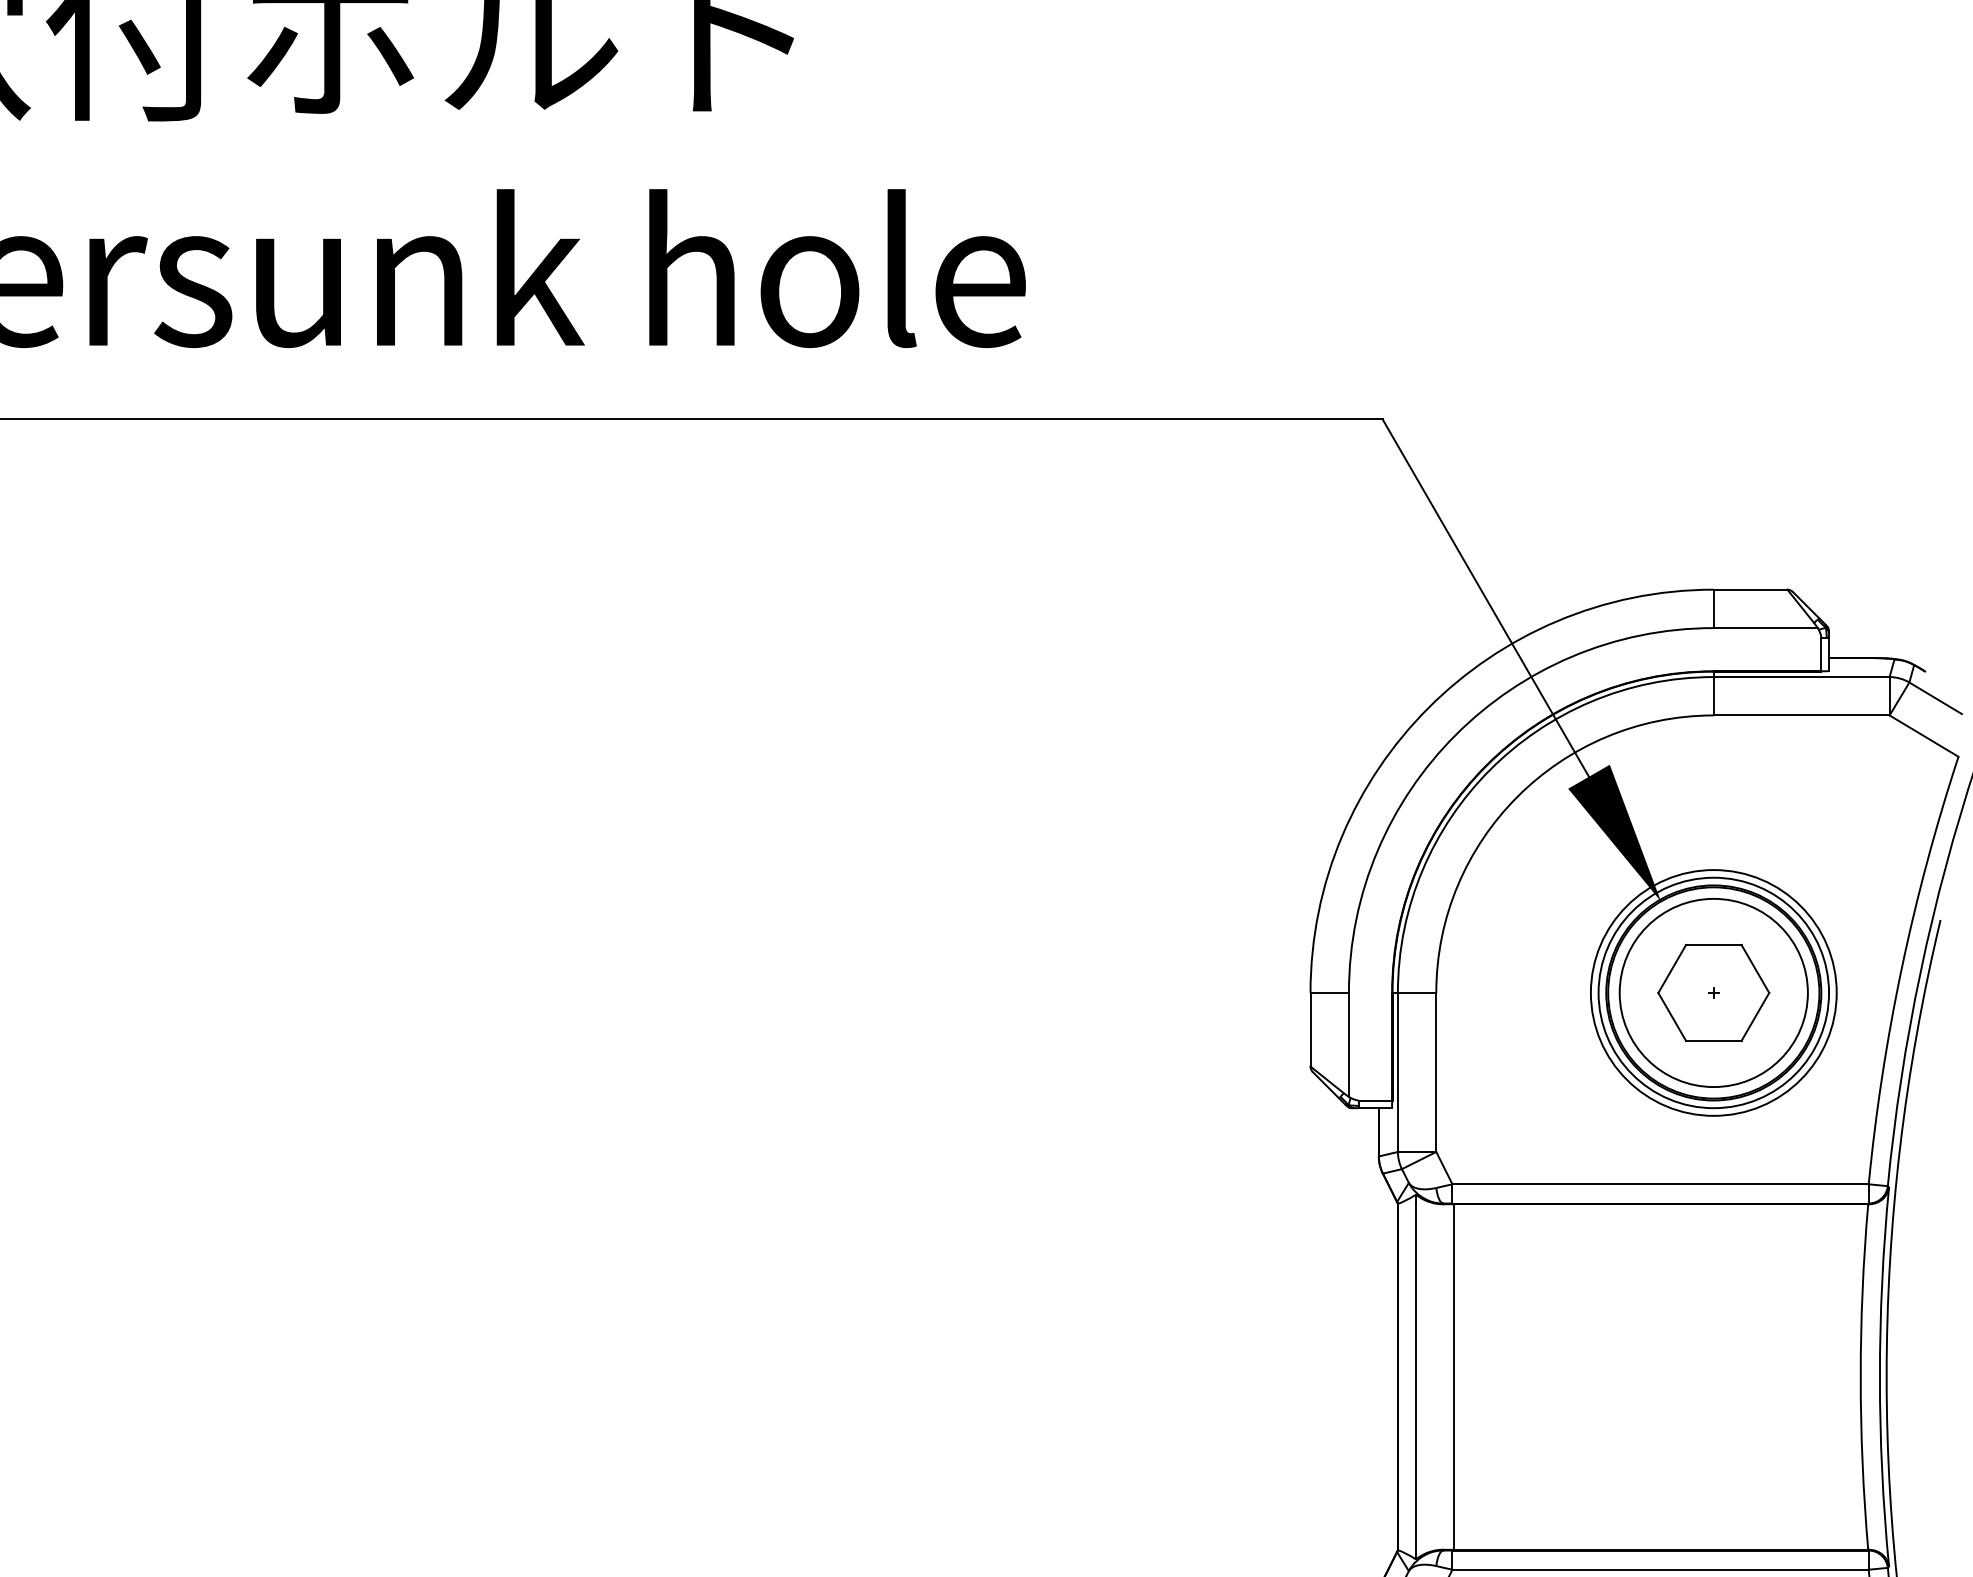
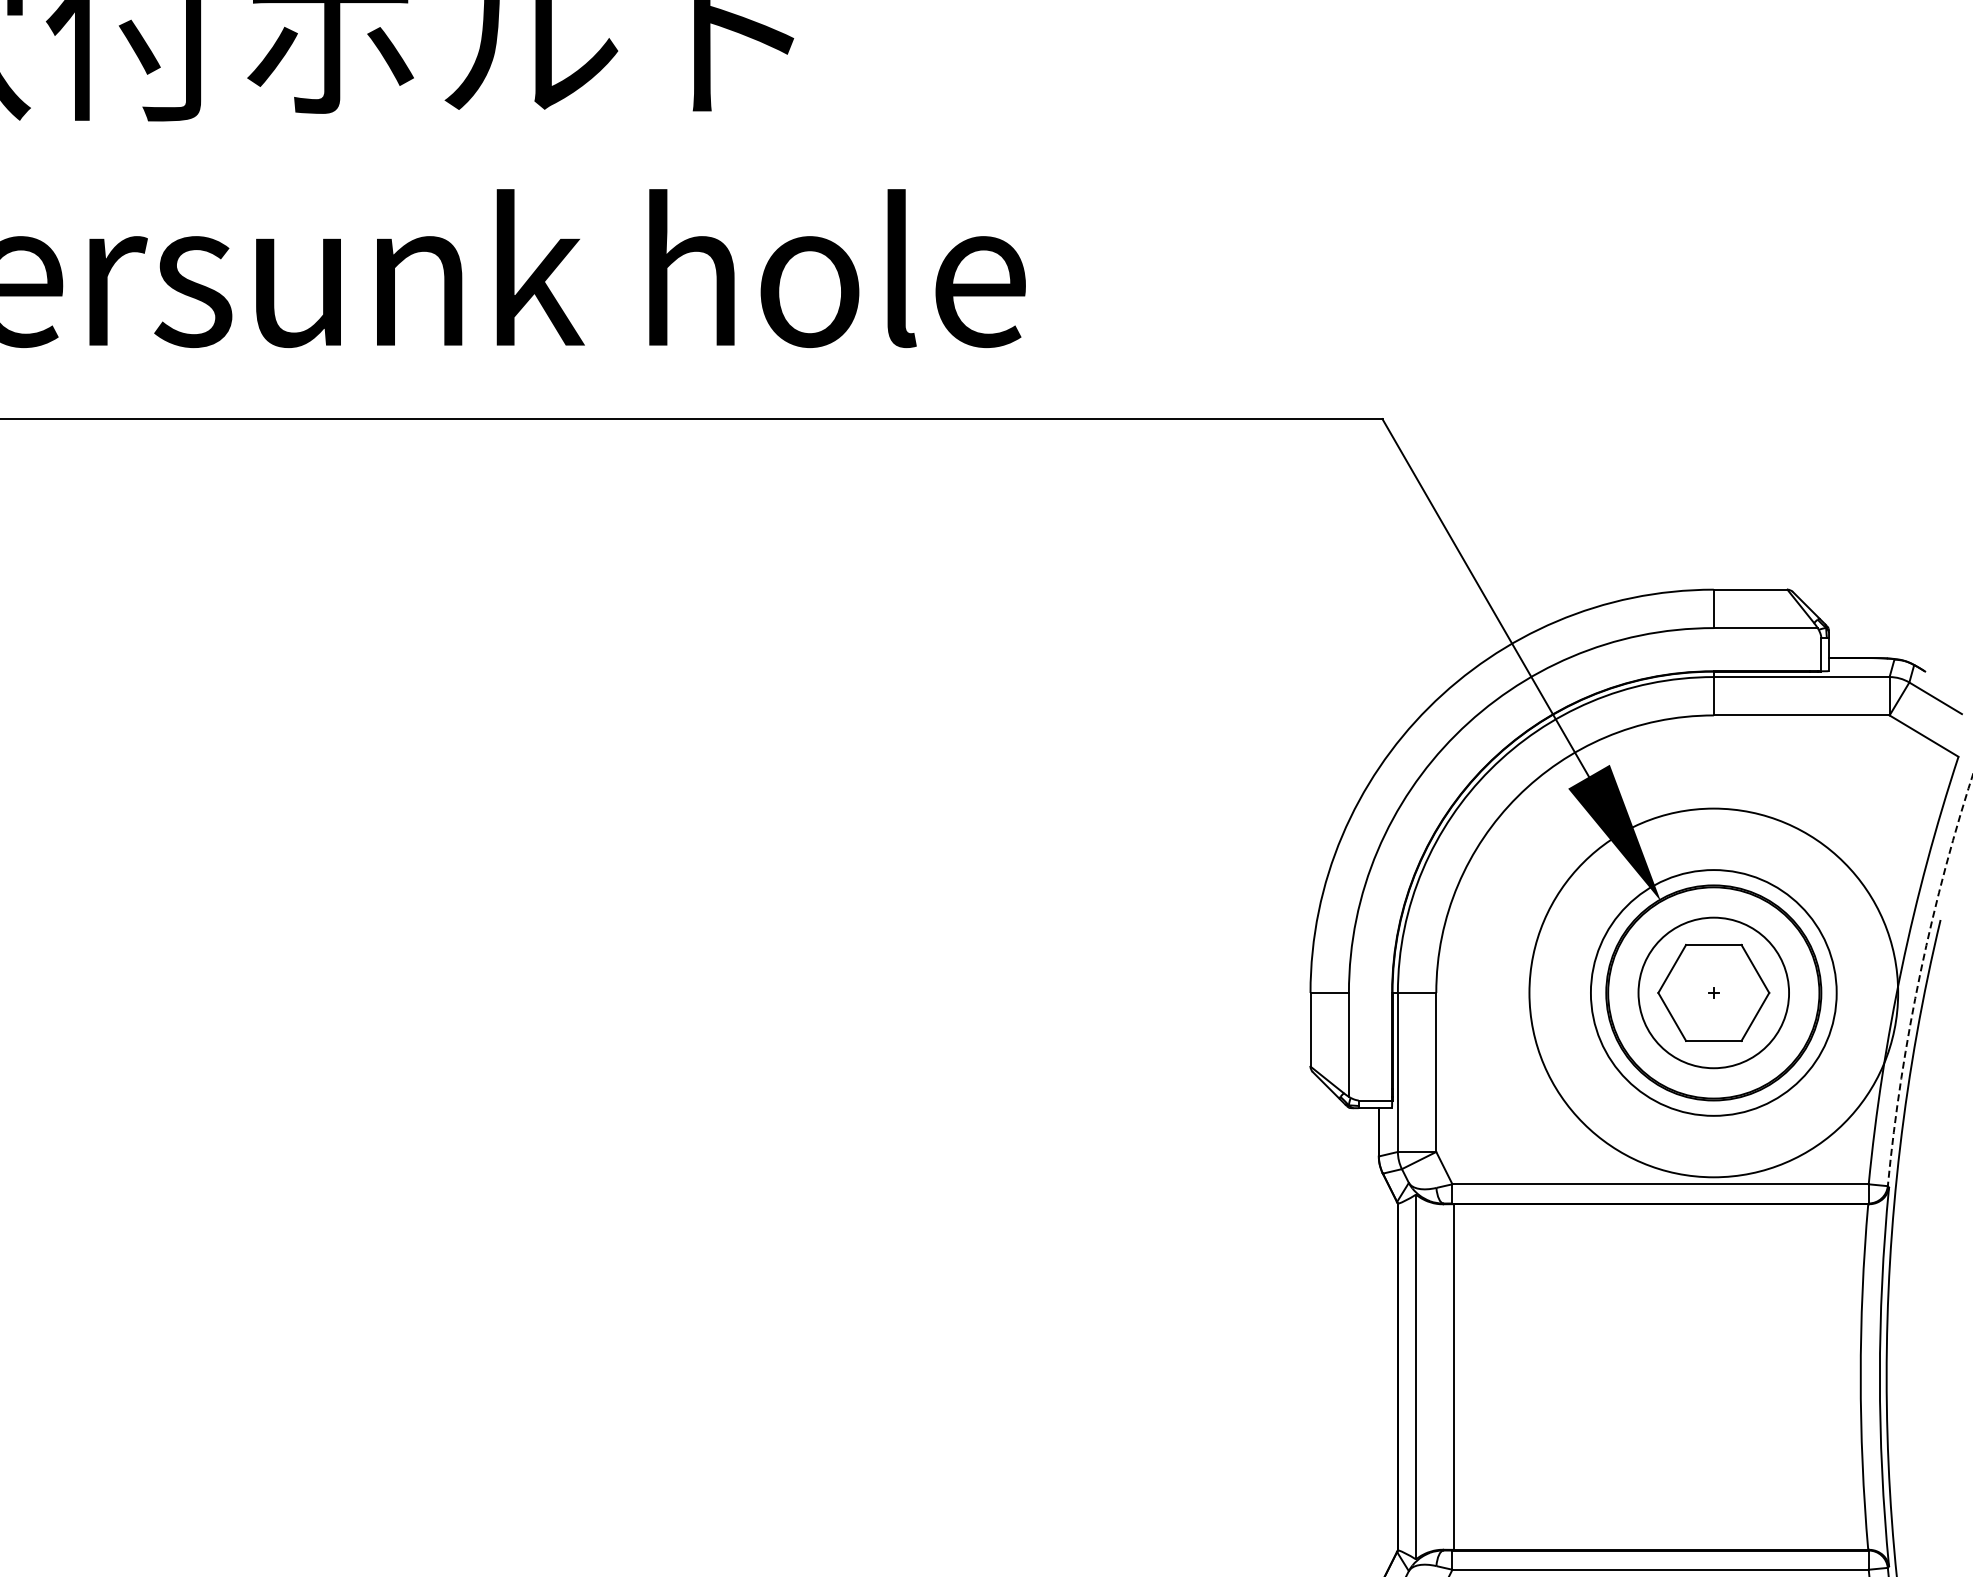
arc at (1919, 977): solid -> dashed
circle at (1713, 992) diameter: 188 px -> 151 px
circle at (1713, 992) diameter: 230 px -> 369 px
